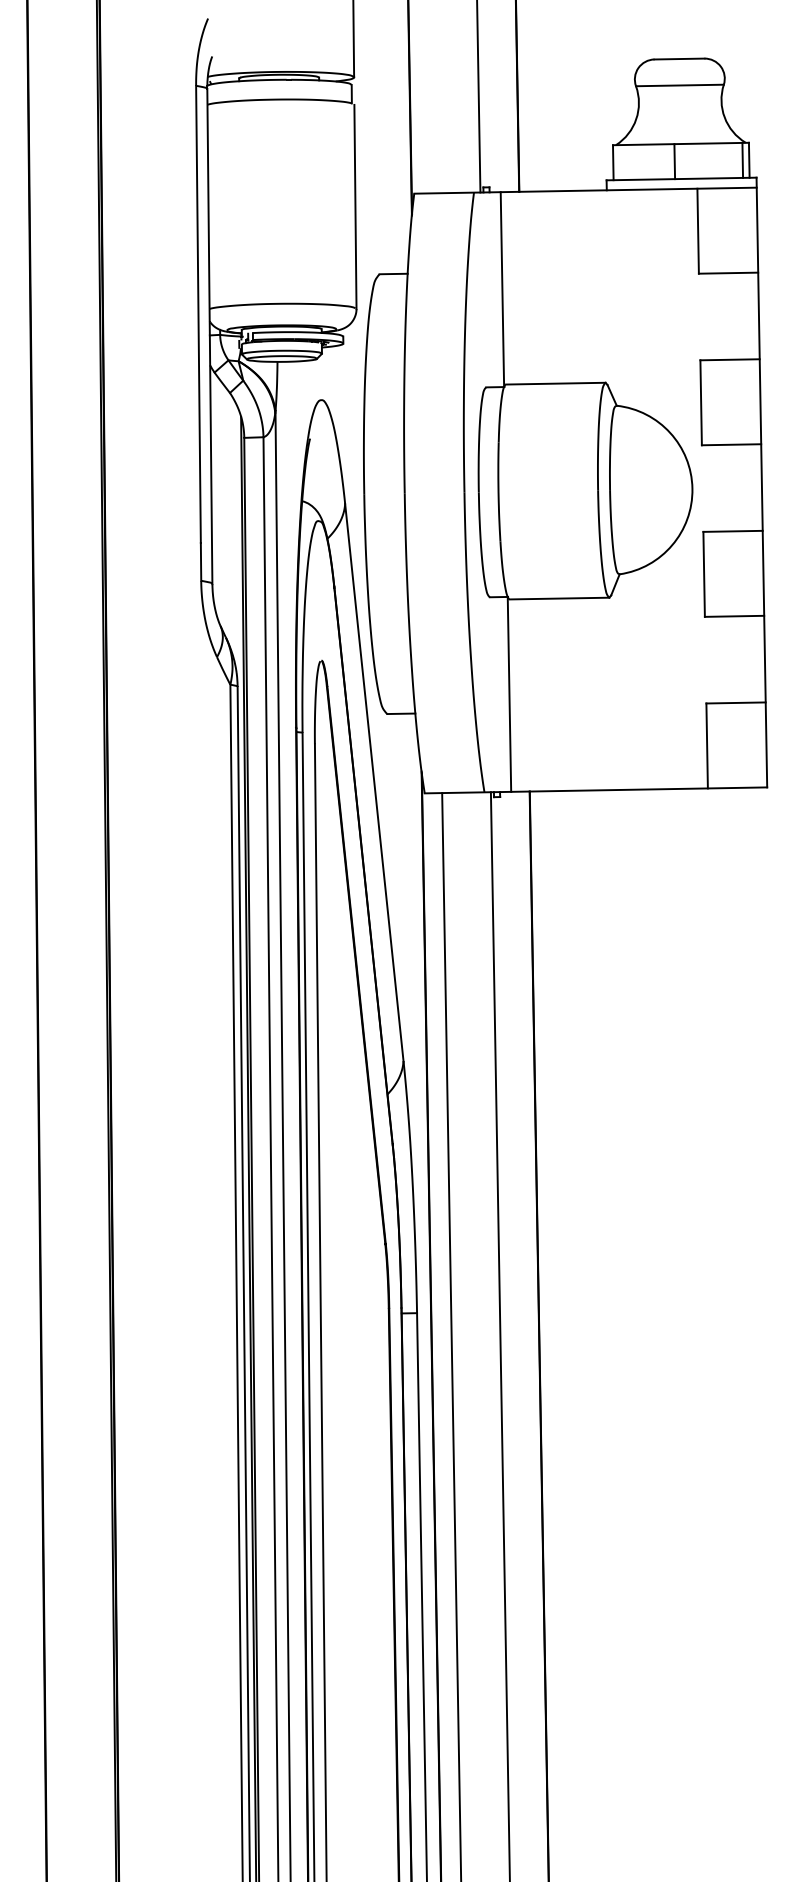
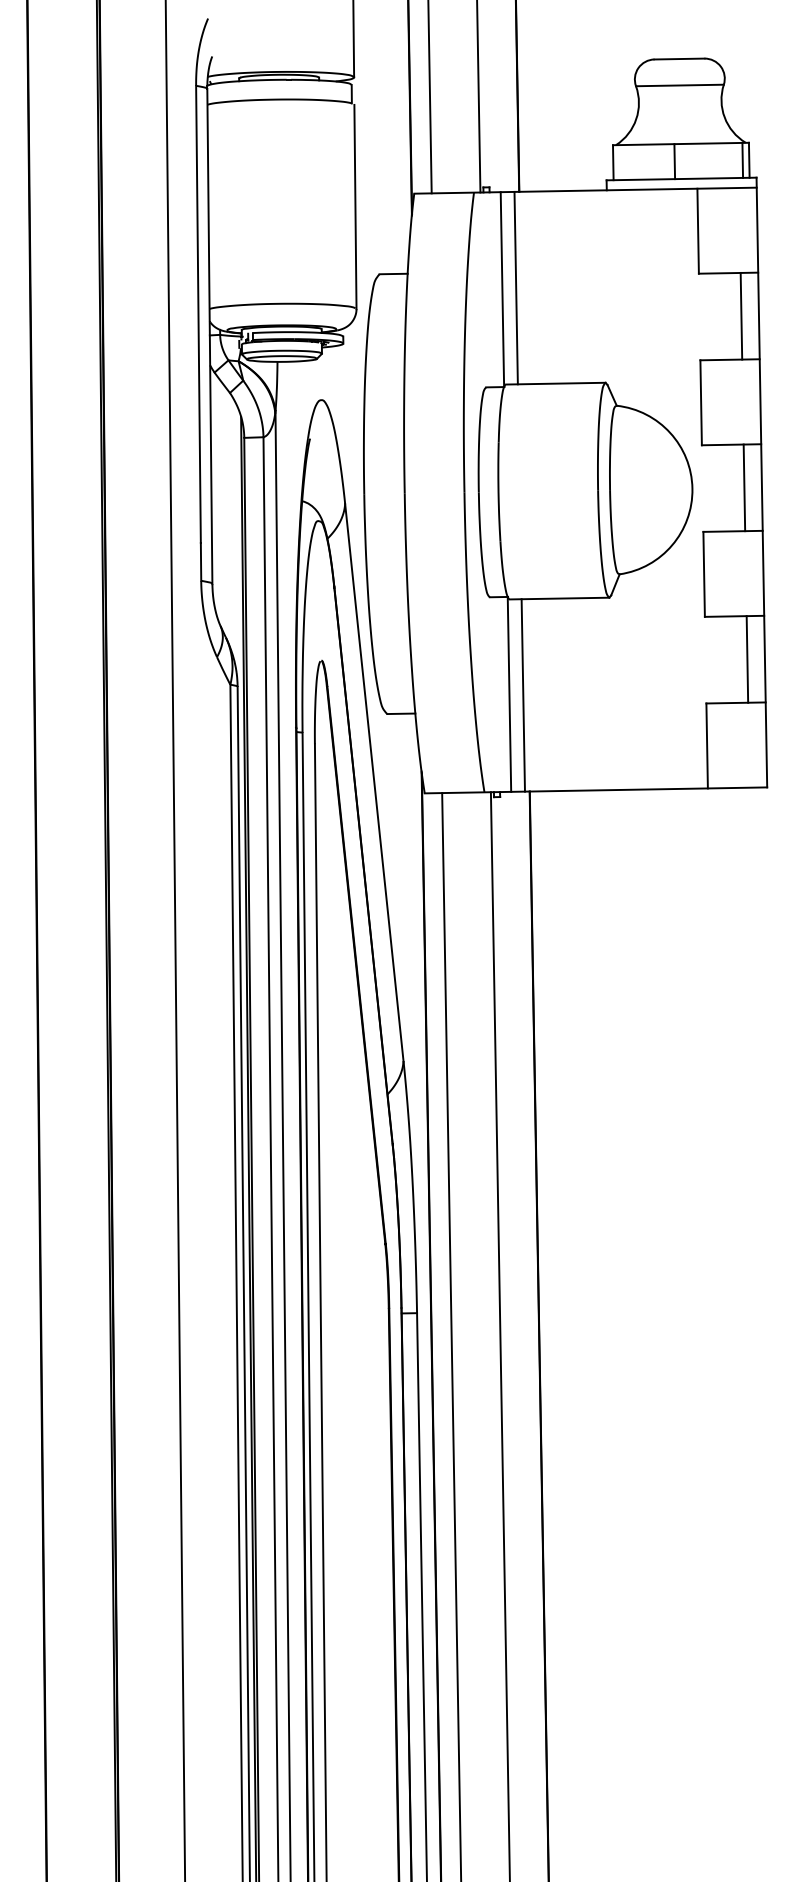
line at (429, 97): none -> present
line at (515, 287): none -> present
line at (741, 315): none -> present
line at (744, 487): none -> present
line at (747, 659): none -> present
line at (522, 695): none -> present
line at (175, 940): none -> present
